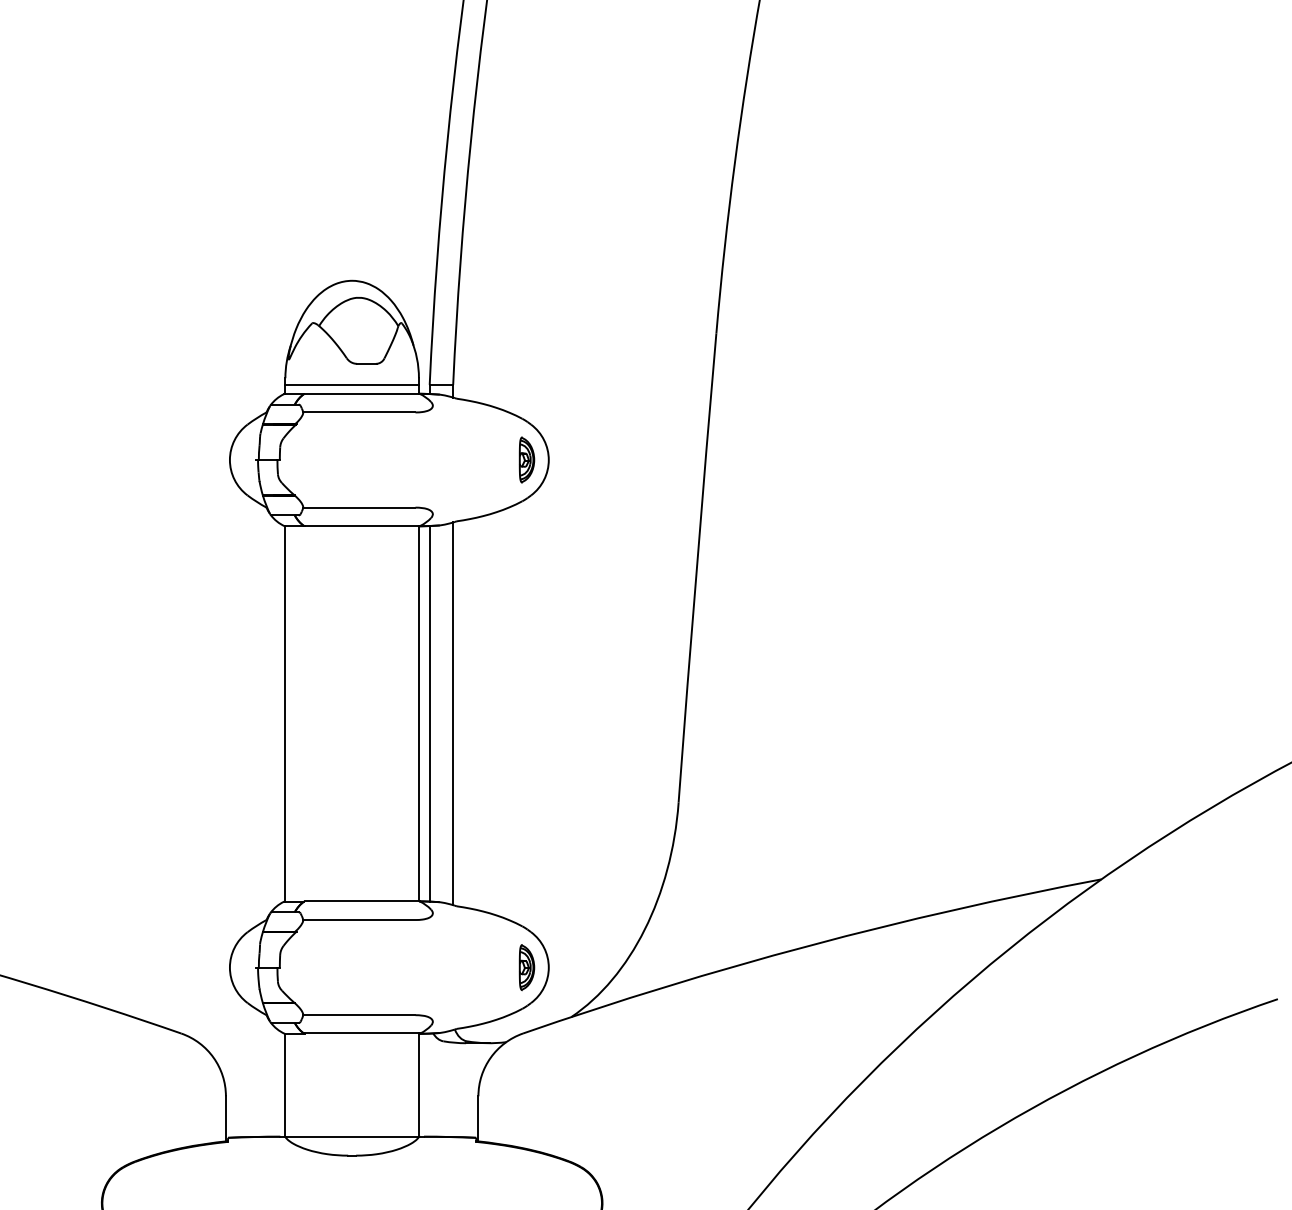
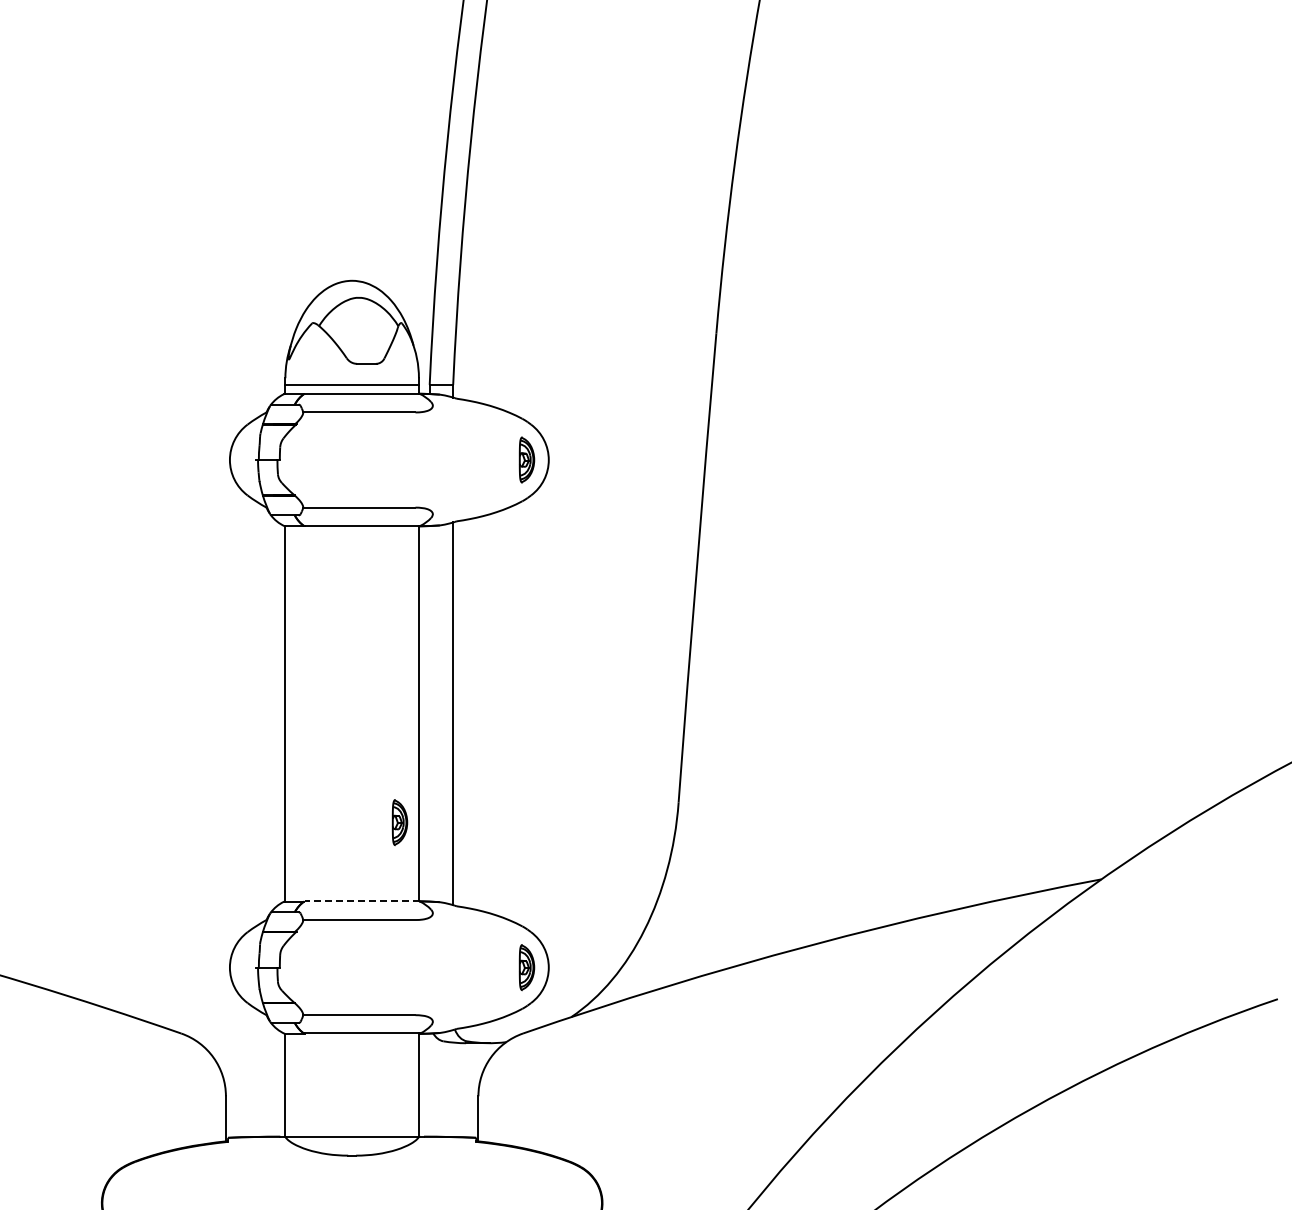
line at (429, 713): present -> none
part at (399, 822): none -> present
line at (361, 901): solid -> dashed
